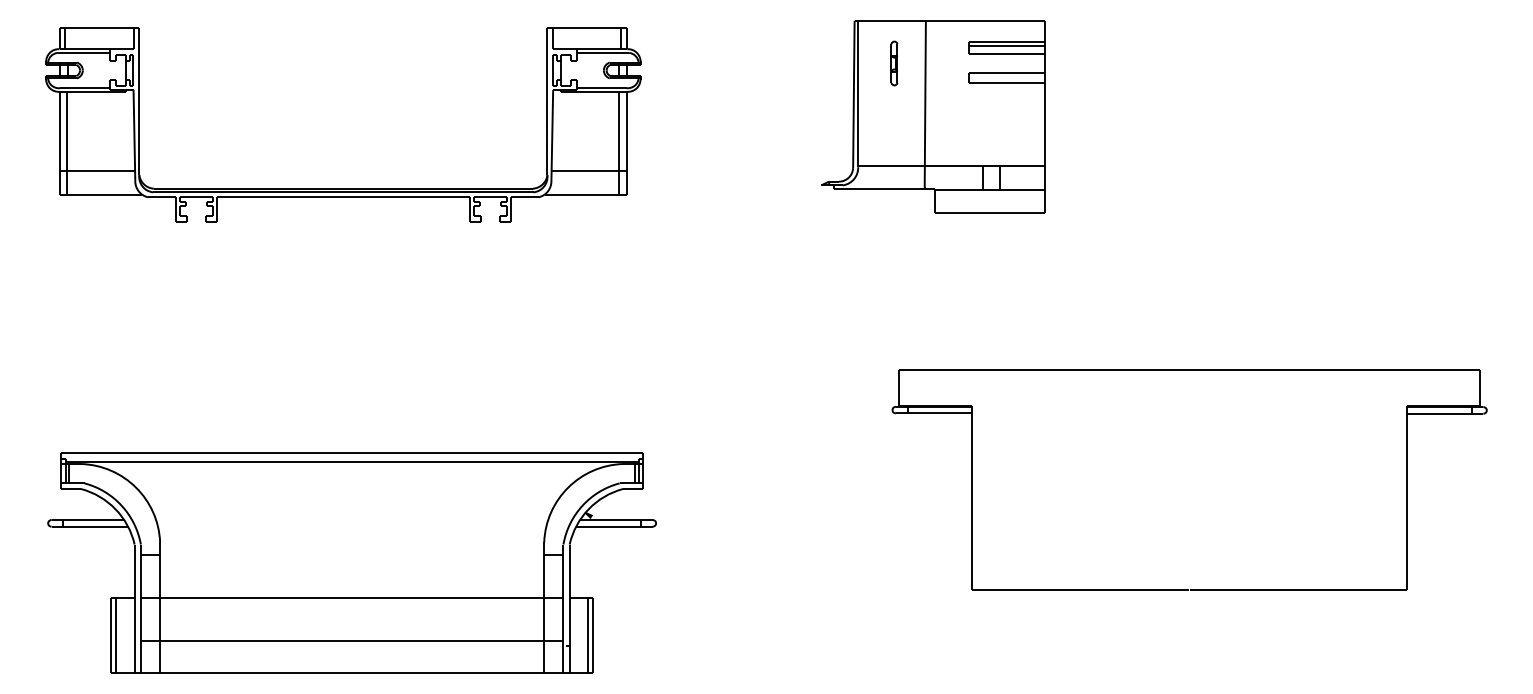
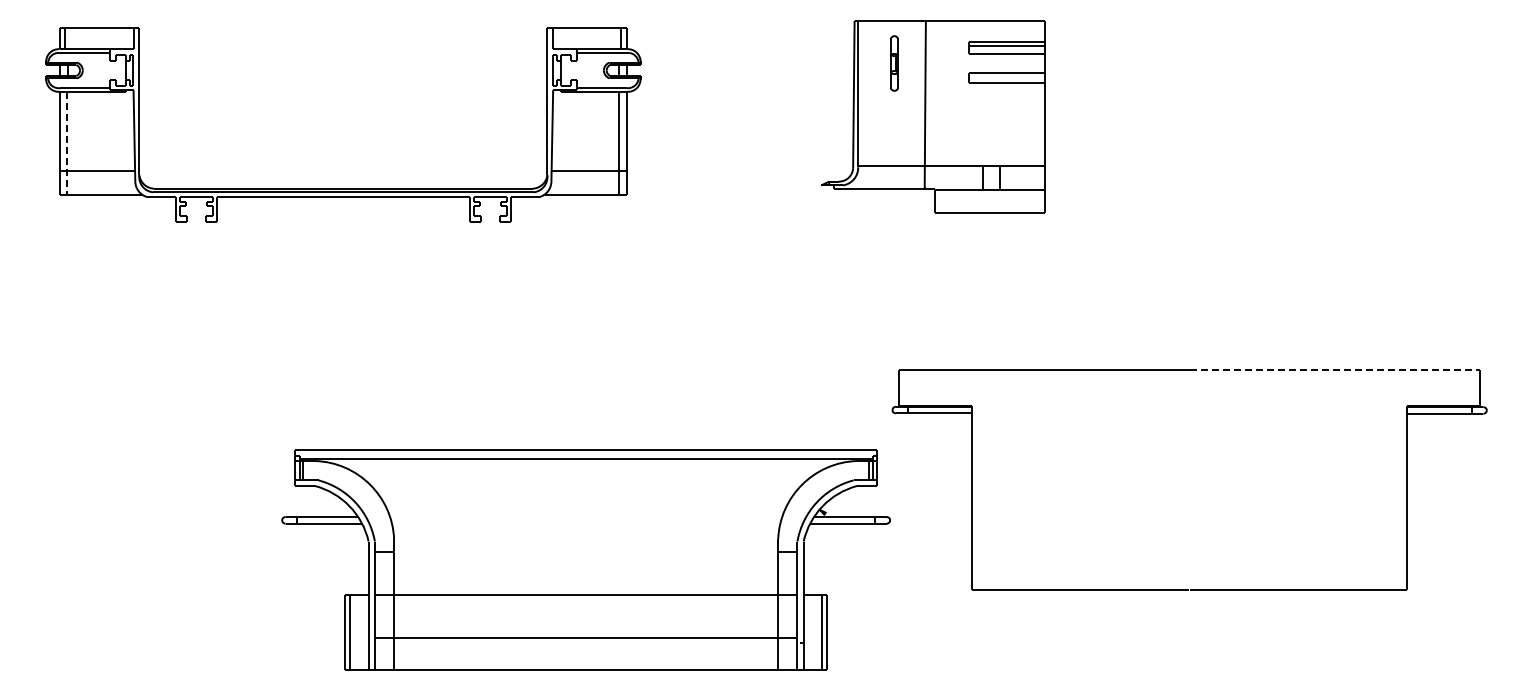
part at (894, 63) size: 9x47 px -> 9x57 px
line at (67, 143): solid -> dashed
line at (1335, 369): solid -> dashed
part at (351, 562) position: (351, 562) -> (585, 559)
